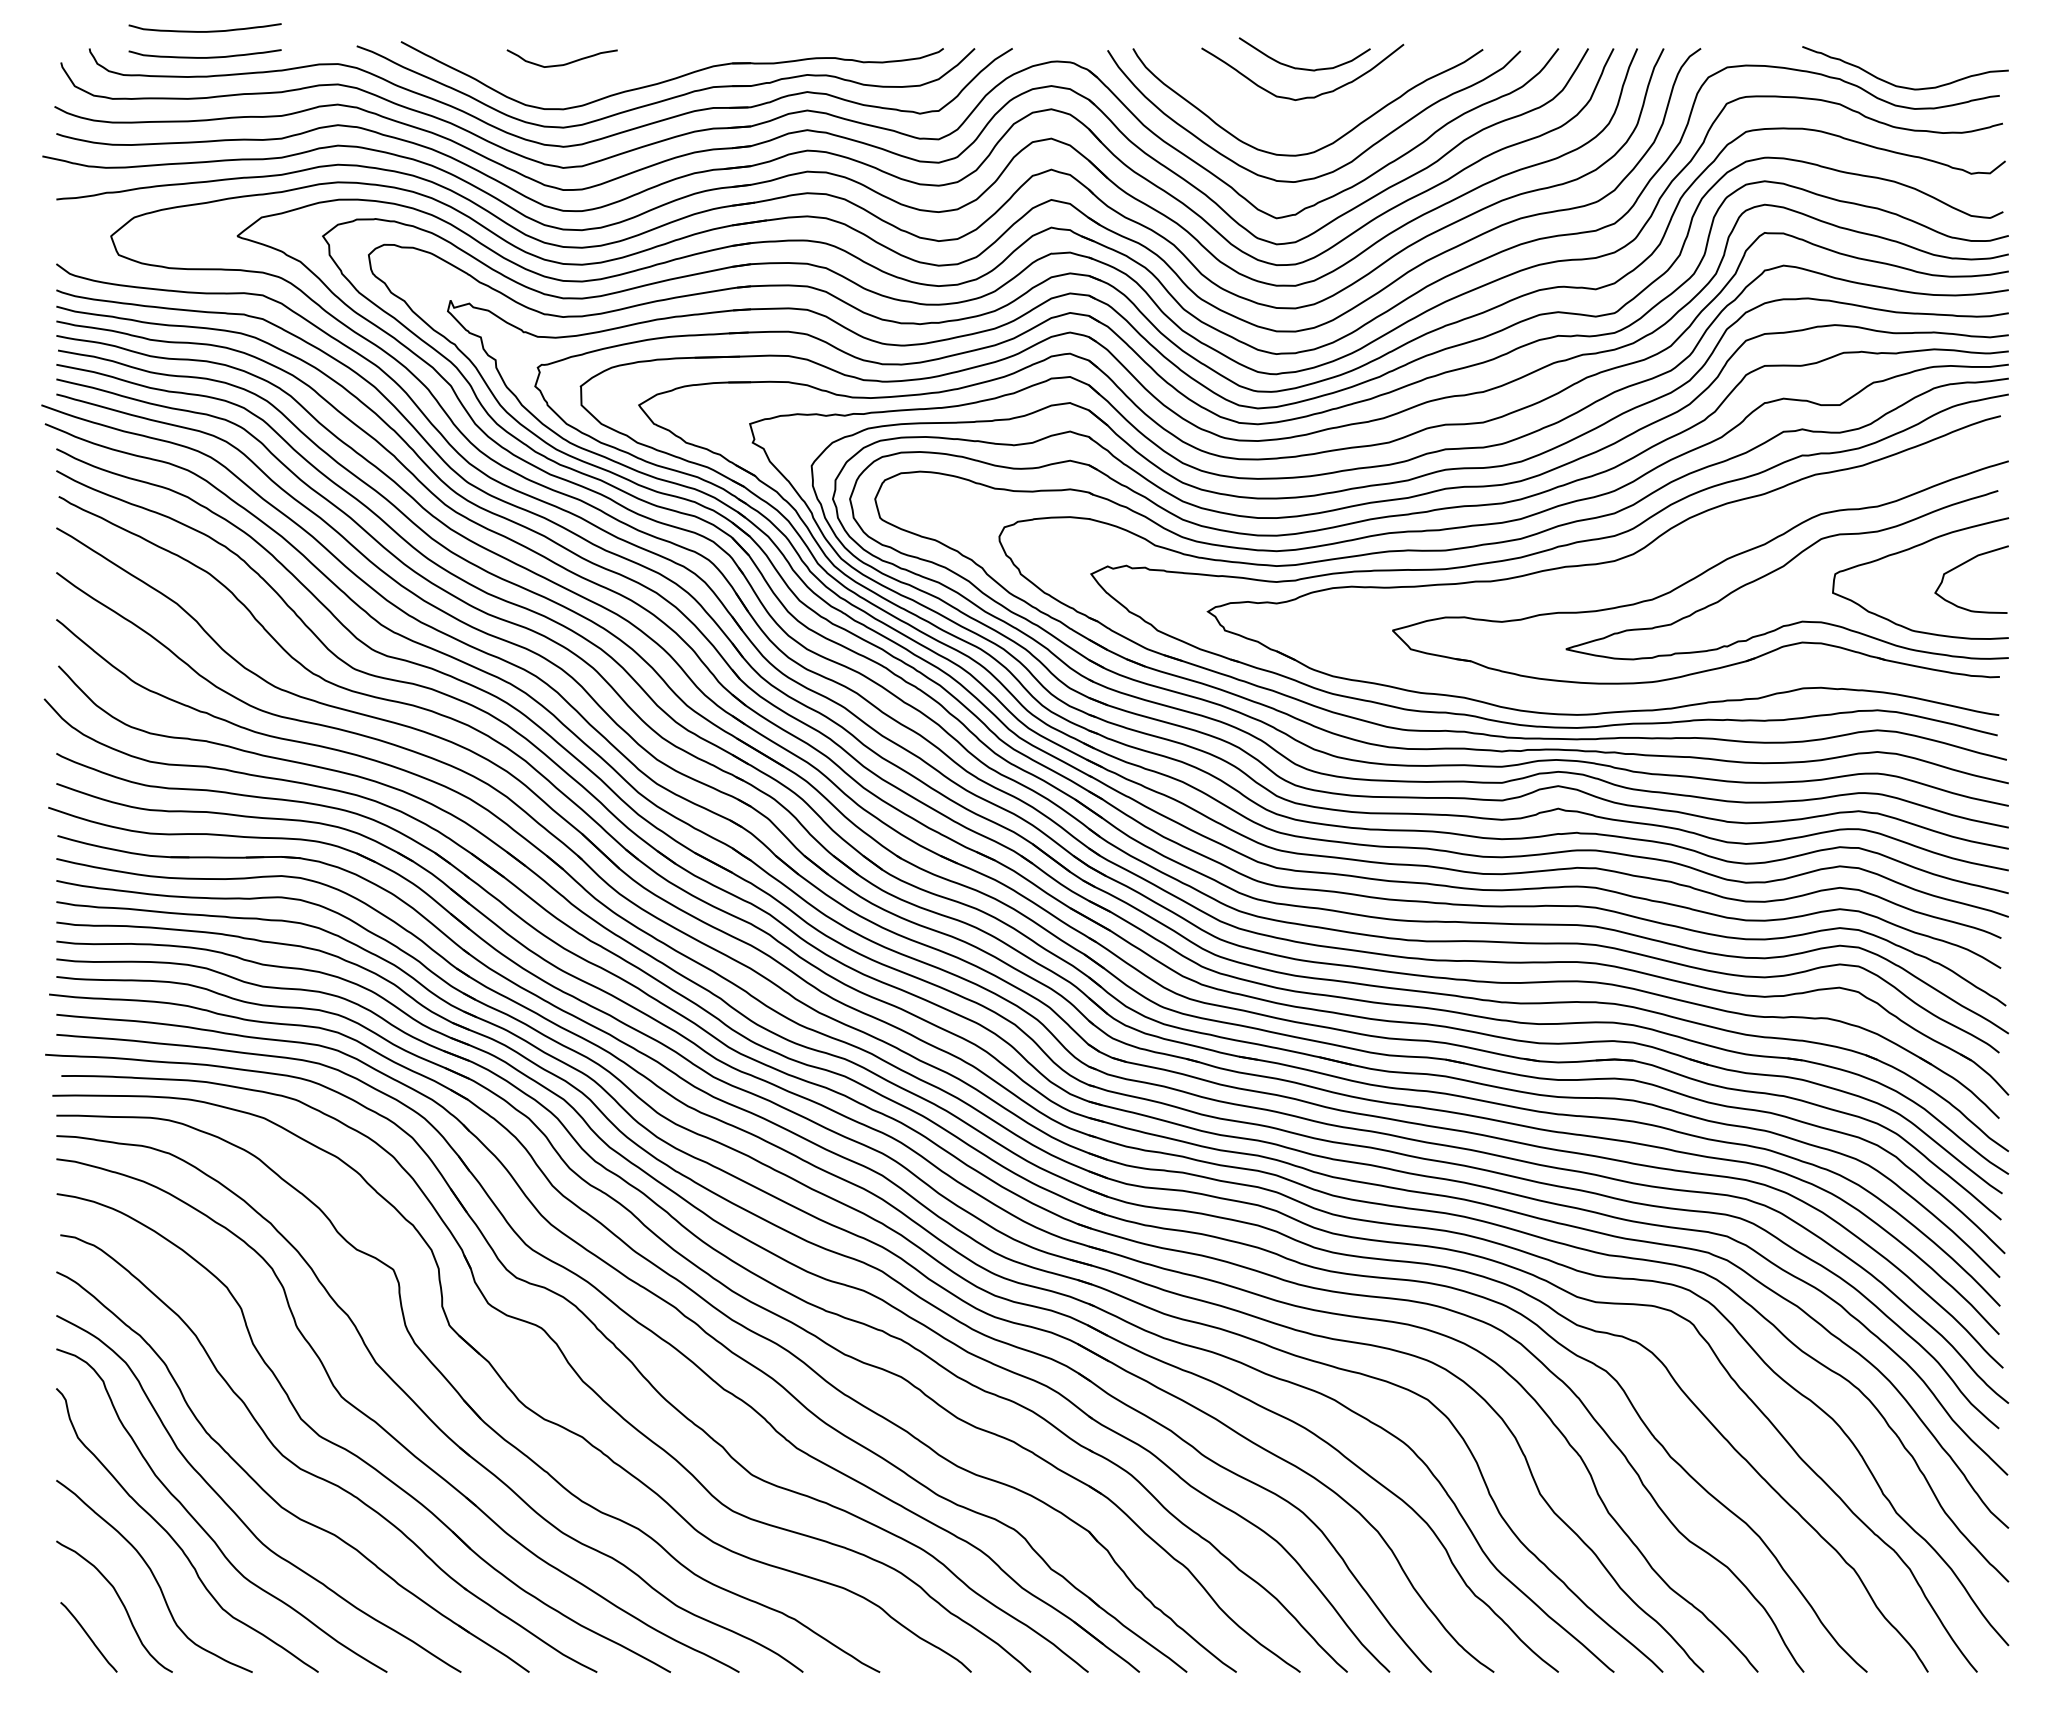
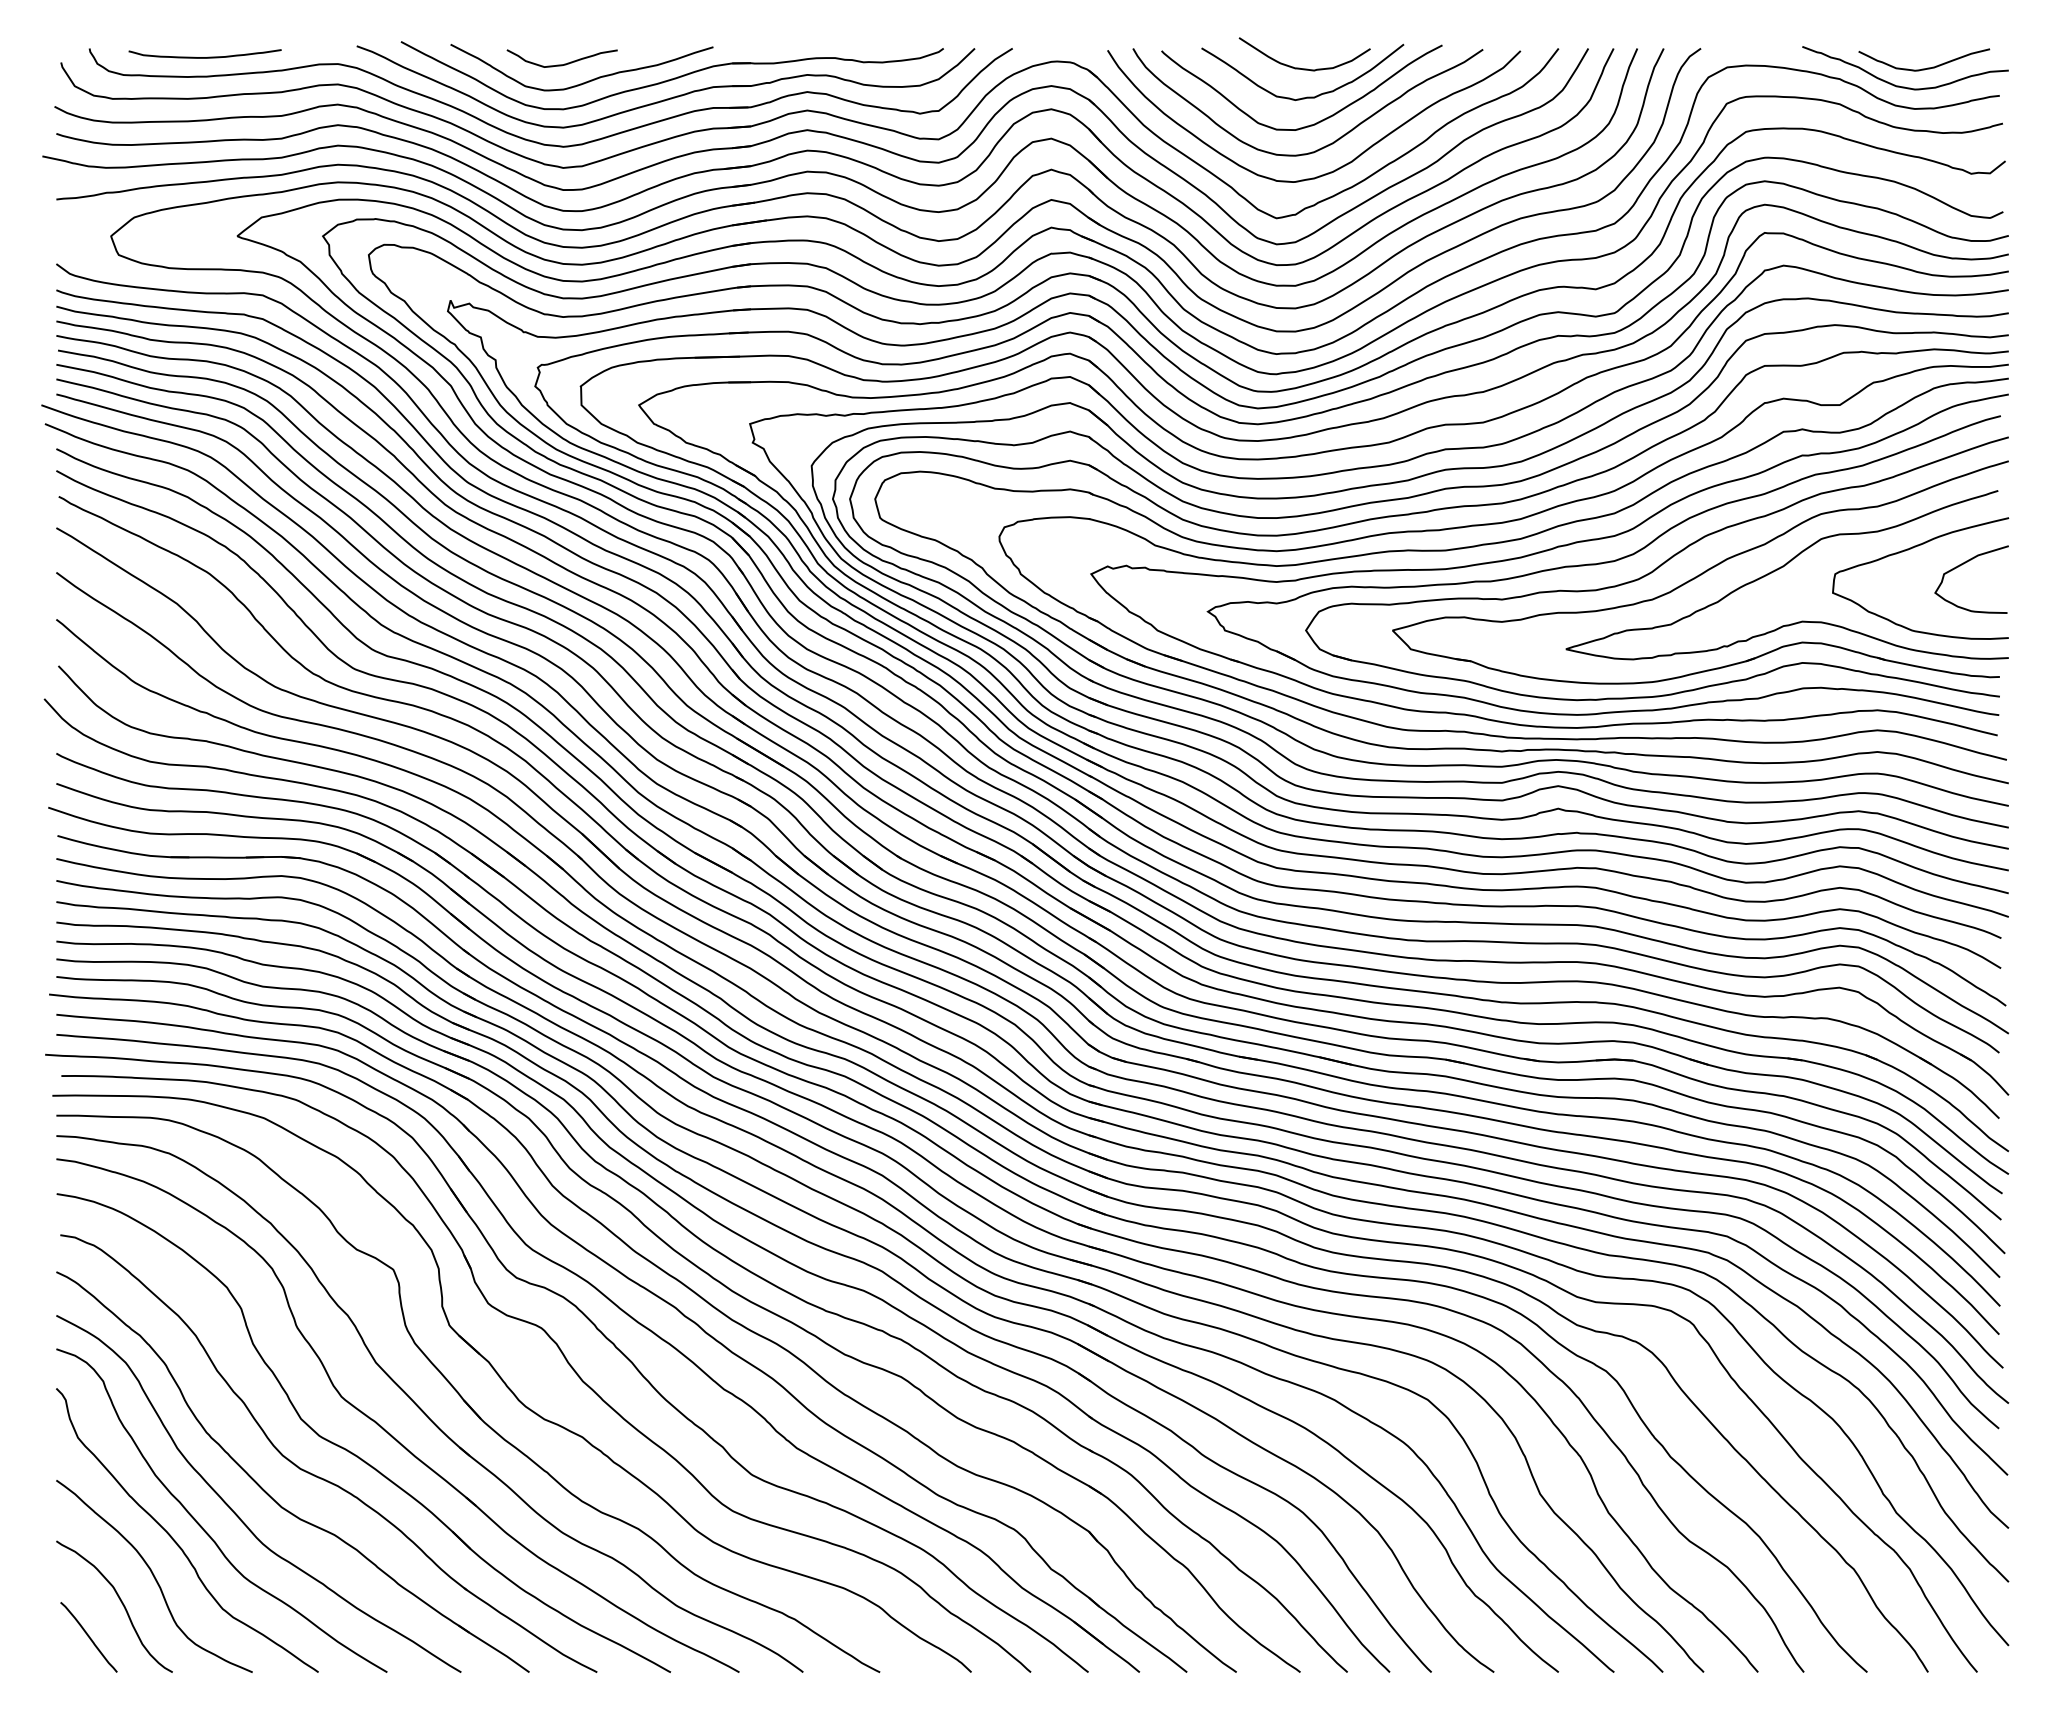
curve at (204, 31): present -> none
curve at (1927, 67): none -> present
curve at (585, 81): none -> present
curve at (1318, 121): none -> present
part at (1656, 568): none -> present
